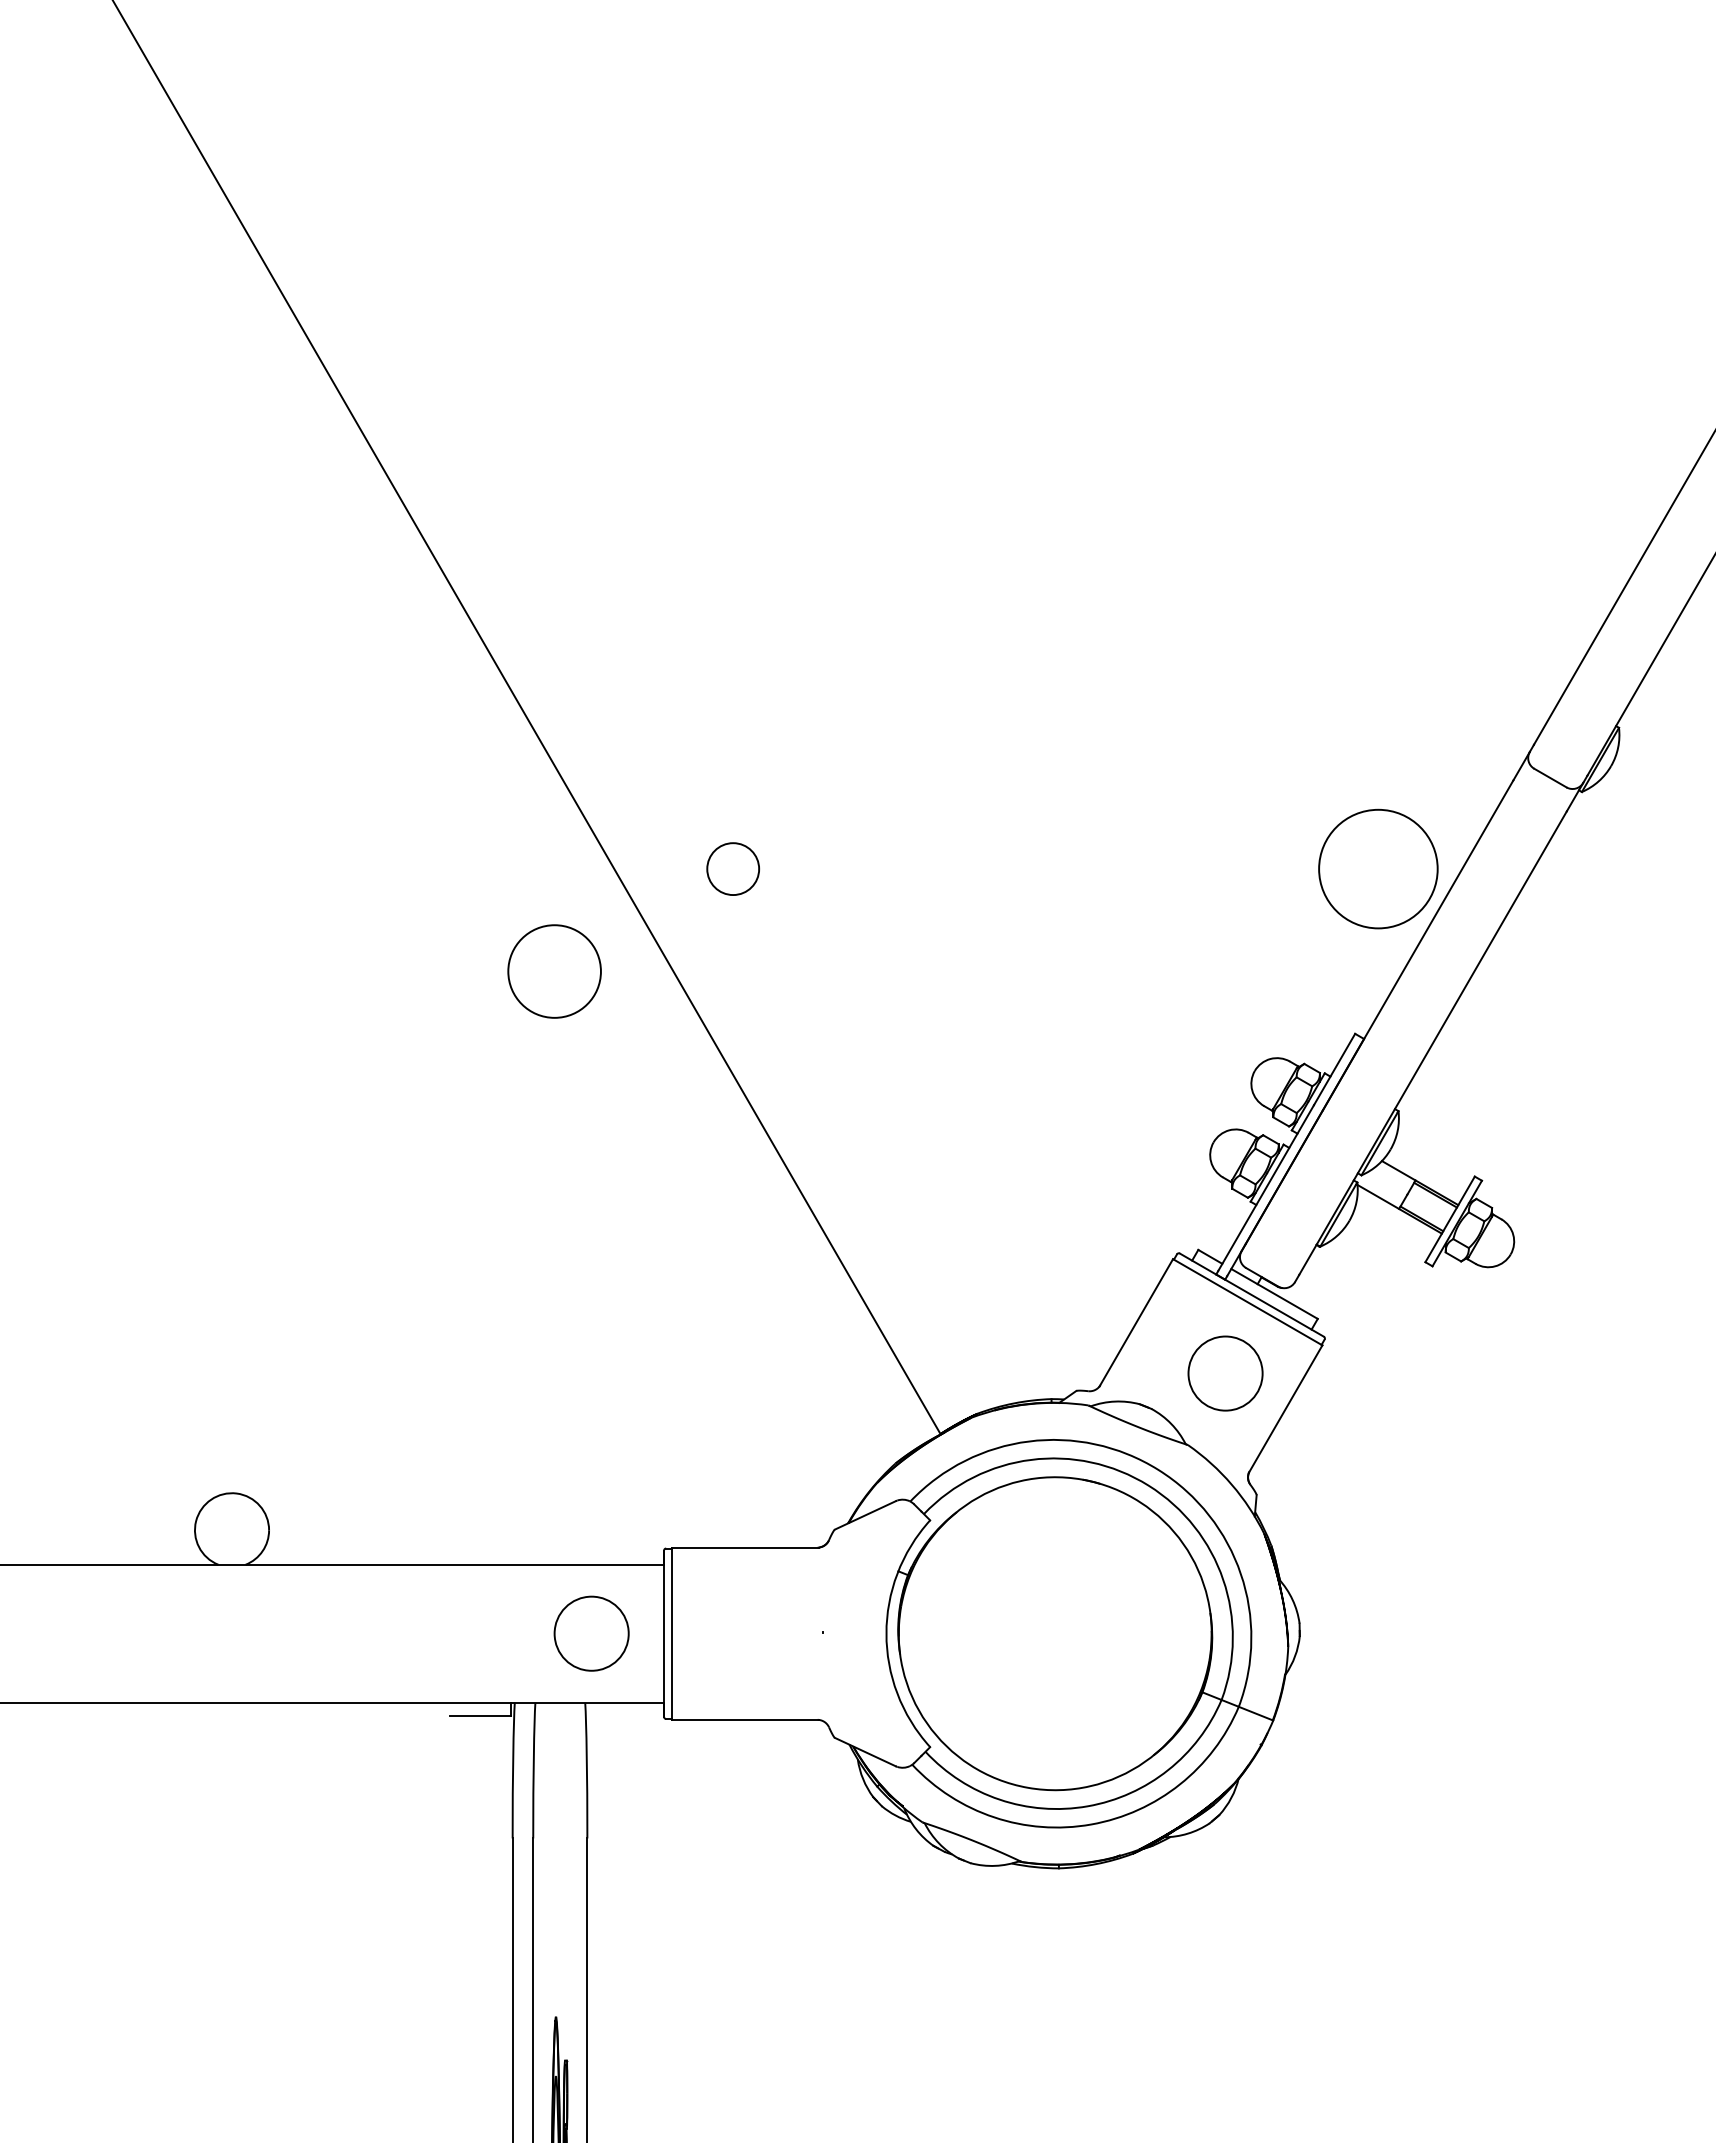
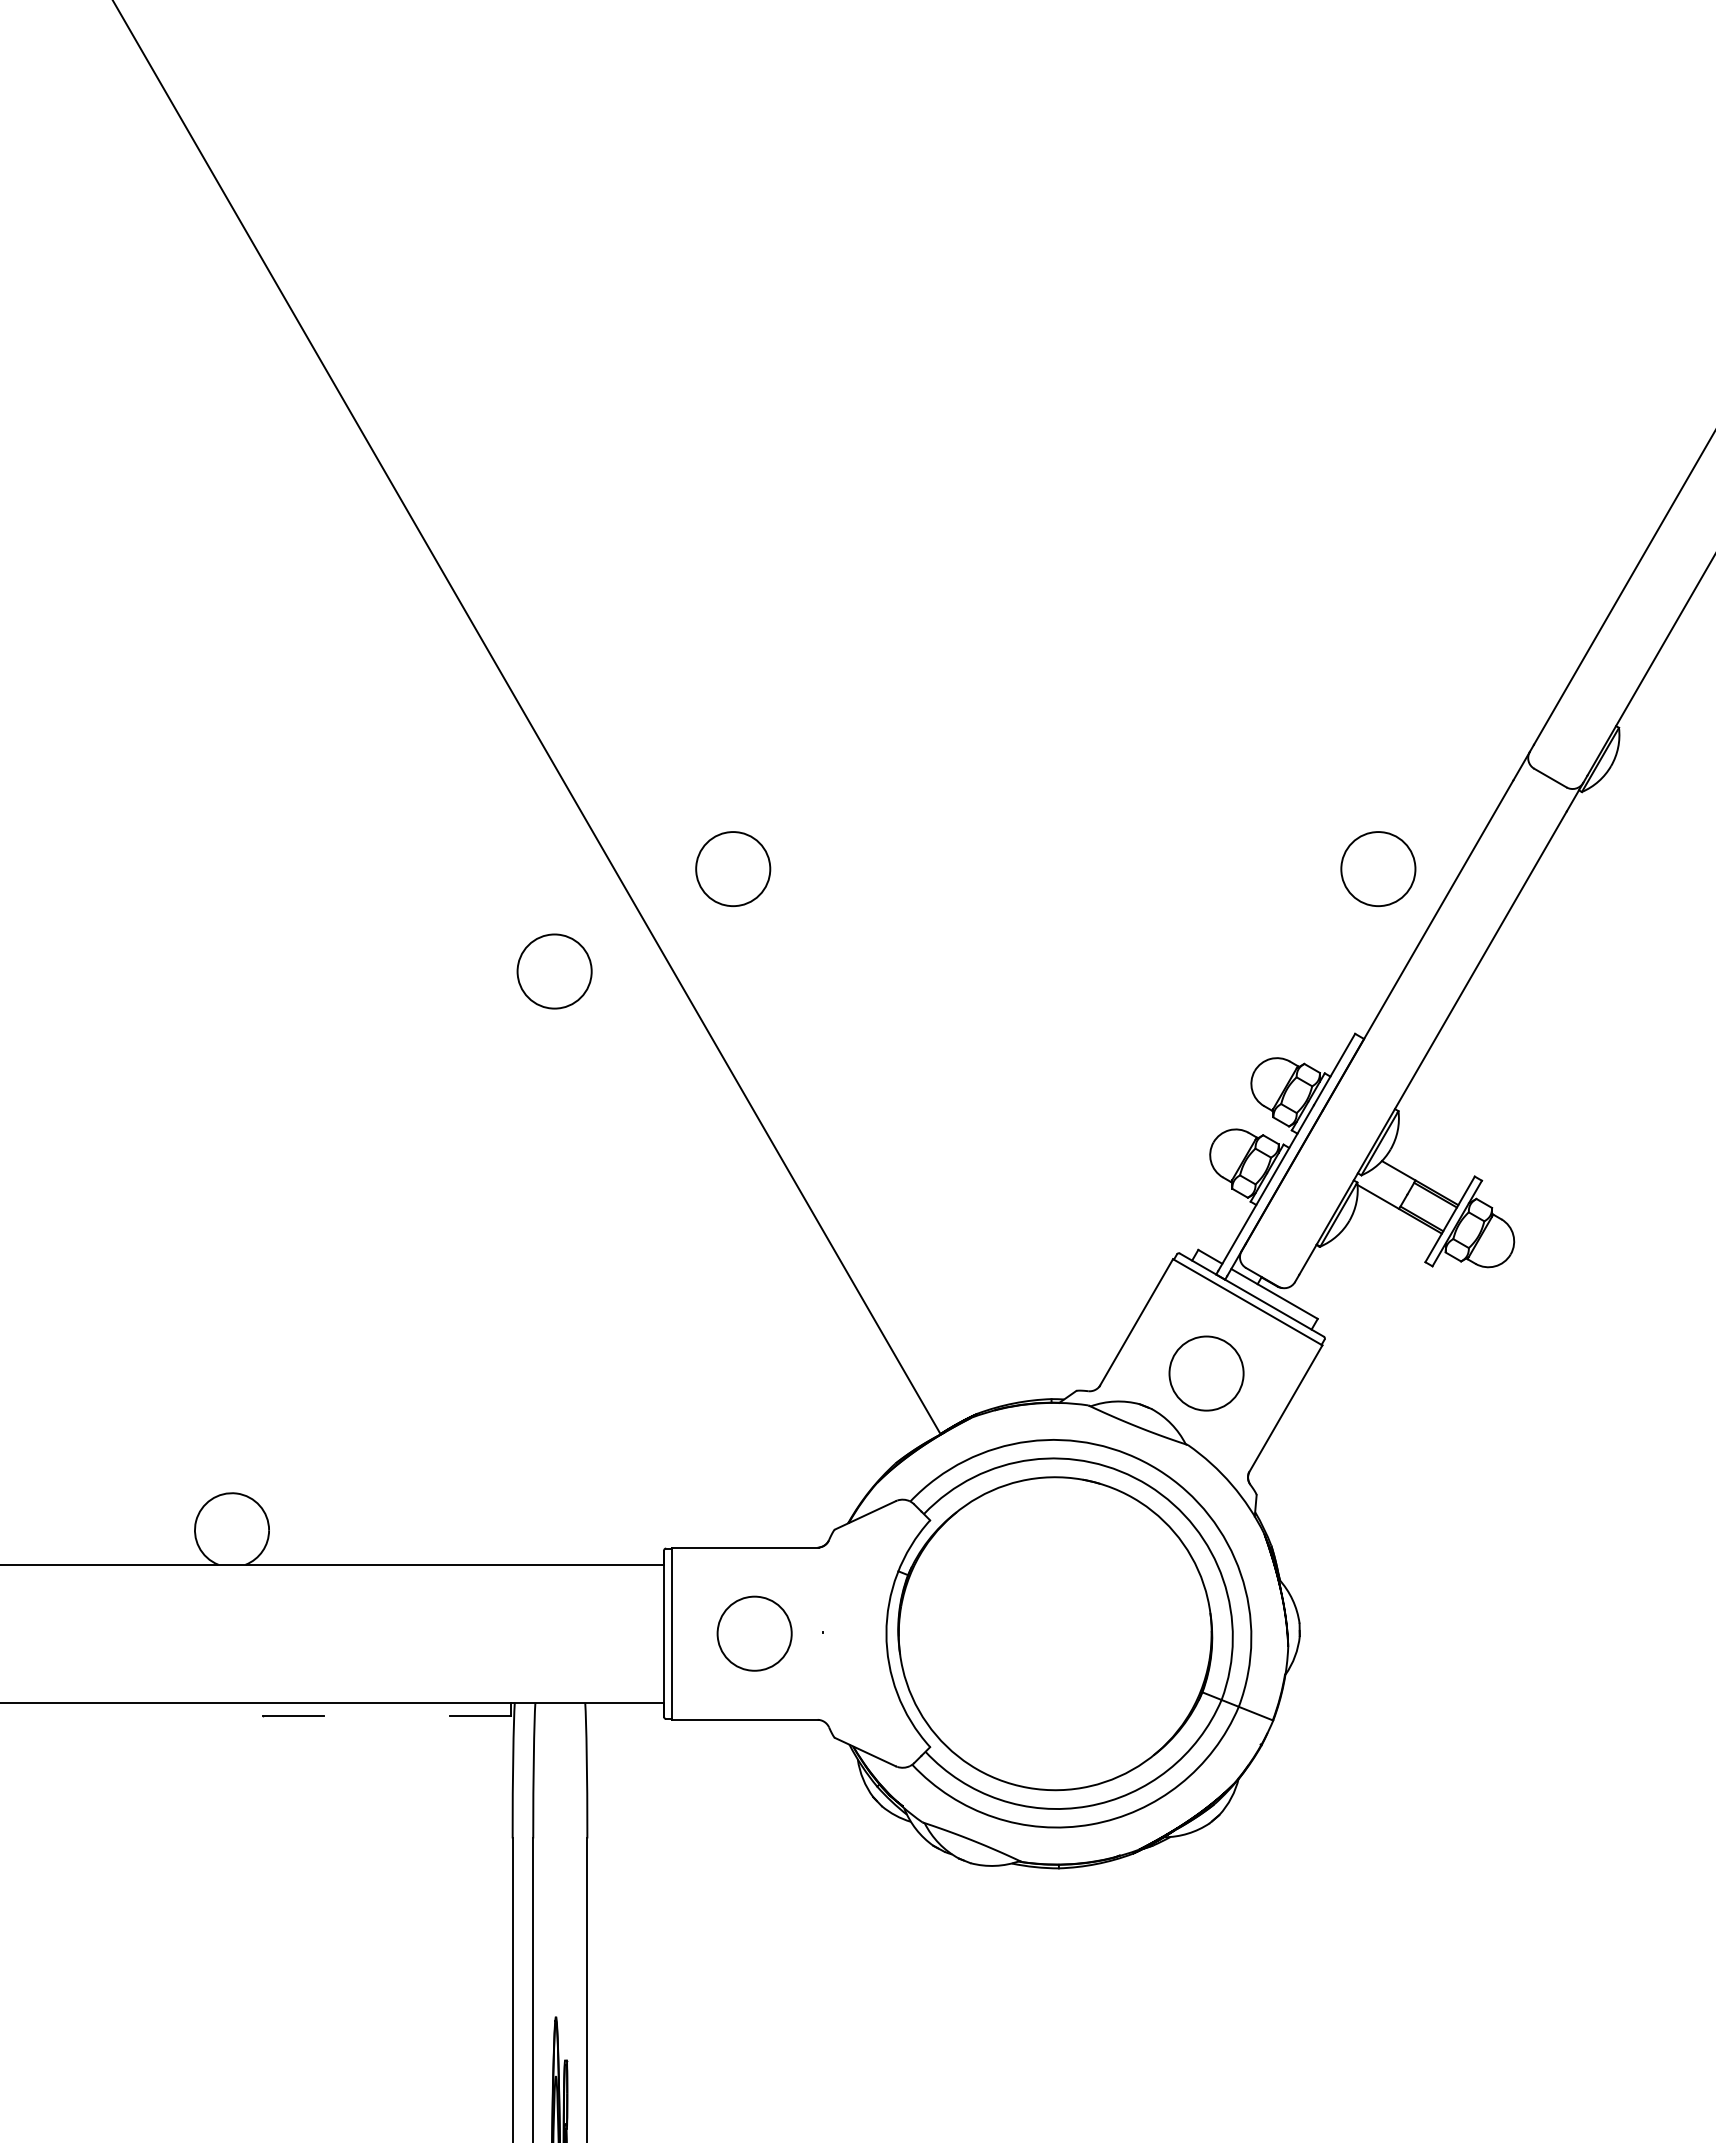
circle at (1378, 868) diameter: 119 px -> 74 px
circle at (733, 869) diameter: 52 px -> 74 px
circle at (554, 971) diameter: 93 px -> 74 px
circle at (1225, 1373) position: (1225, 1373) -> (1206, 1373)
circle at (591, 1633) position: (591, 1633) -> (754, 1633)
line at (293, 1716): none -> present
